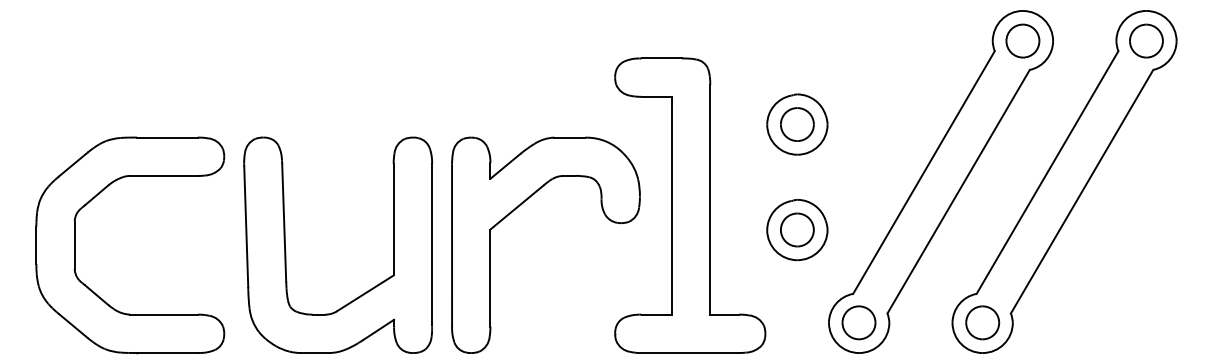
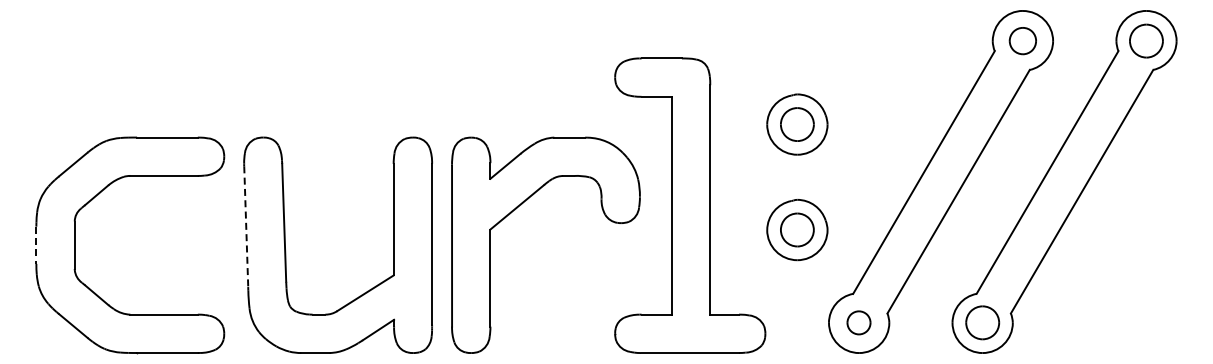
part at (1022, 40) size: 36x36 px -> 29x29 px
line at (246, 227): solid -> dashed
line at (36, 245): solid -> dashed
part at (858, 322) size: 36x36 px -> 26x26 px
